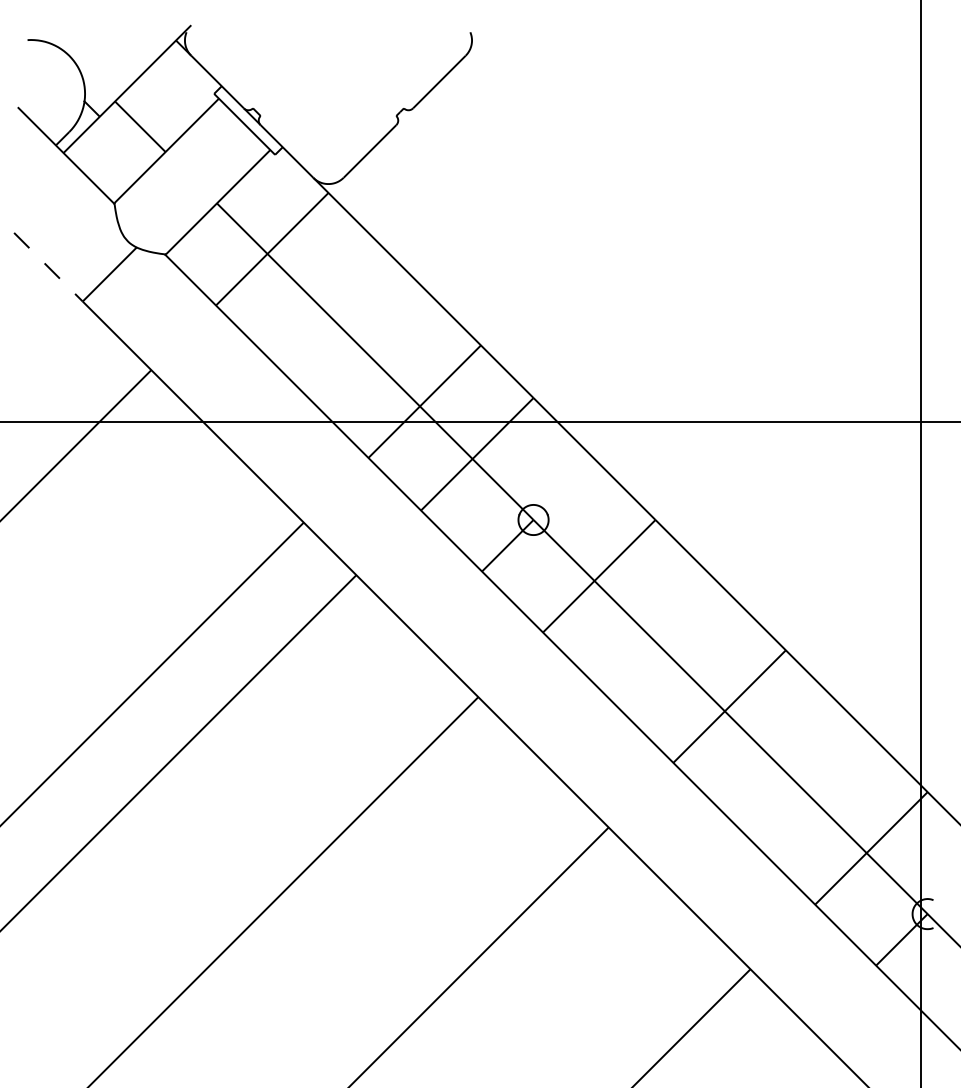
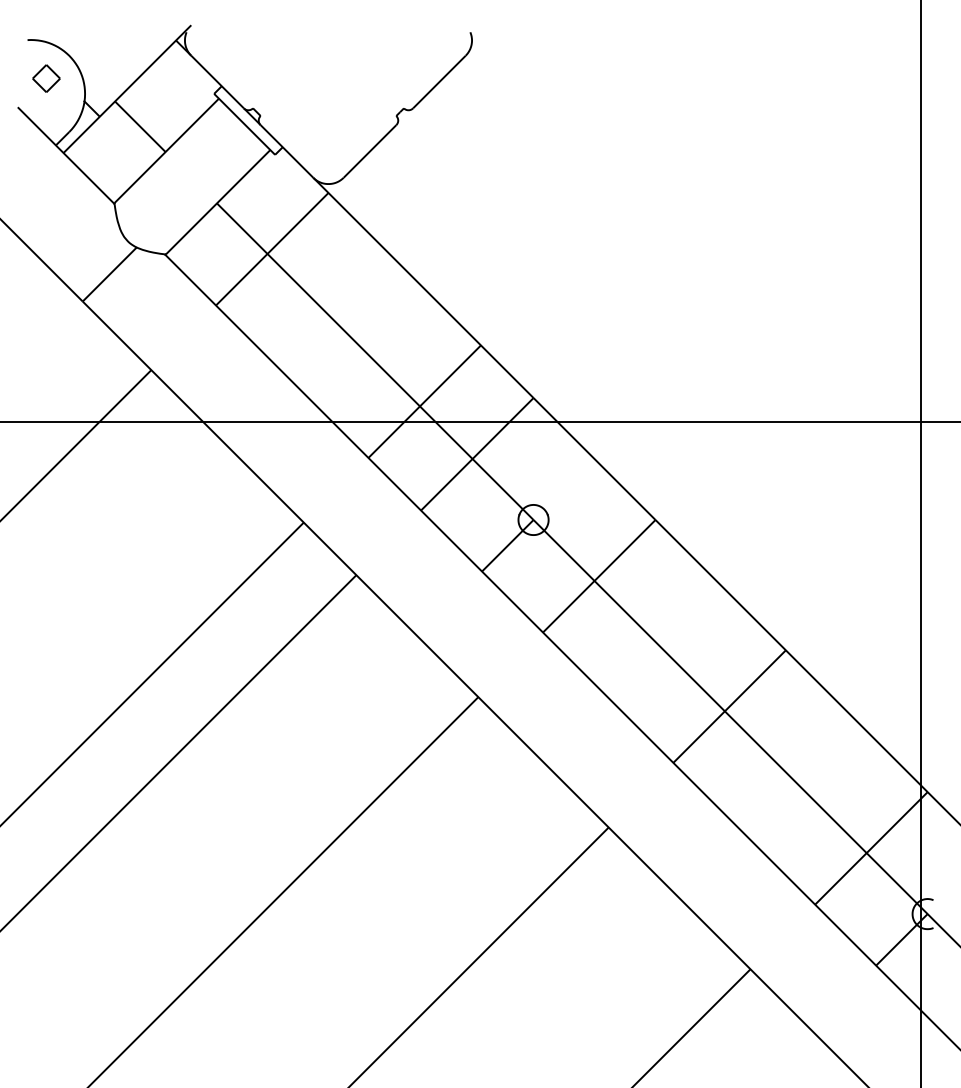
part at (46, 78): none -> present
line at (41, 260): dashed -> solid
